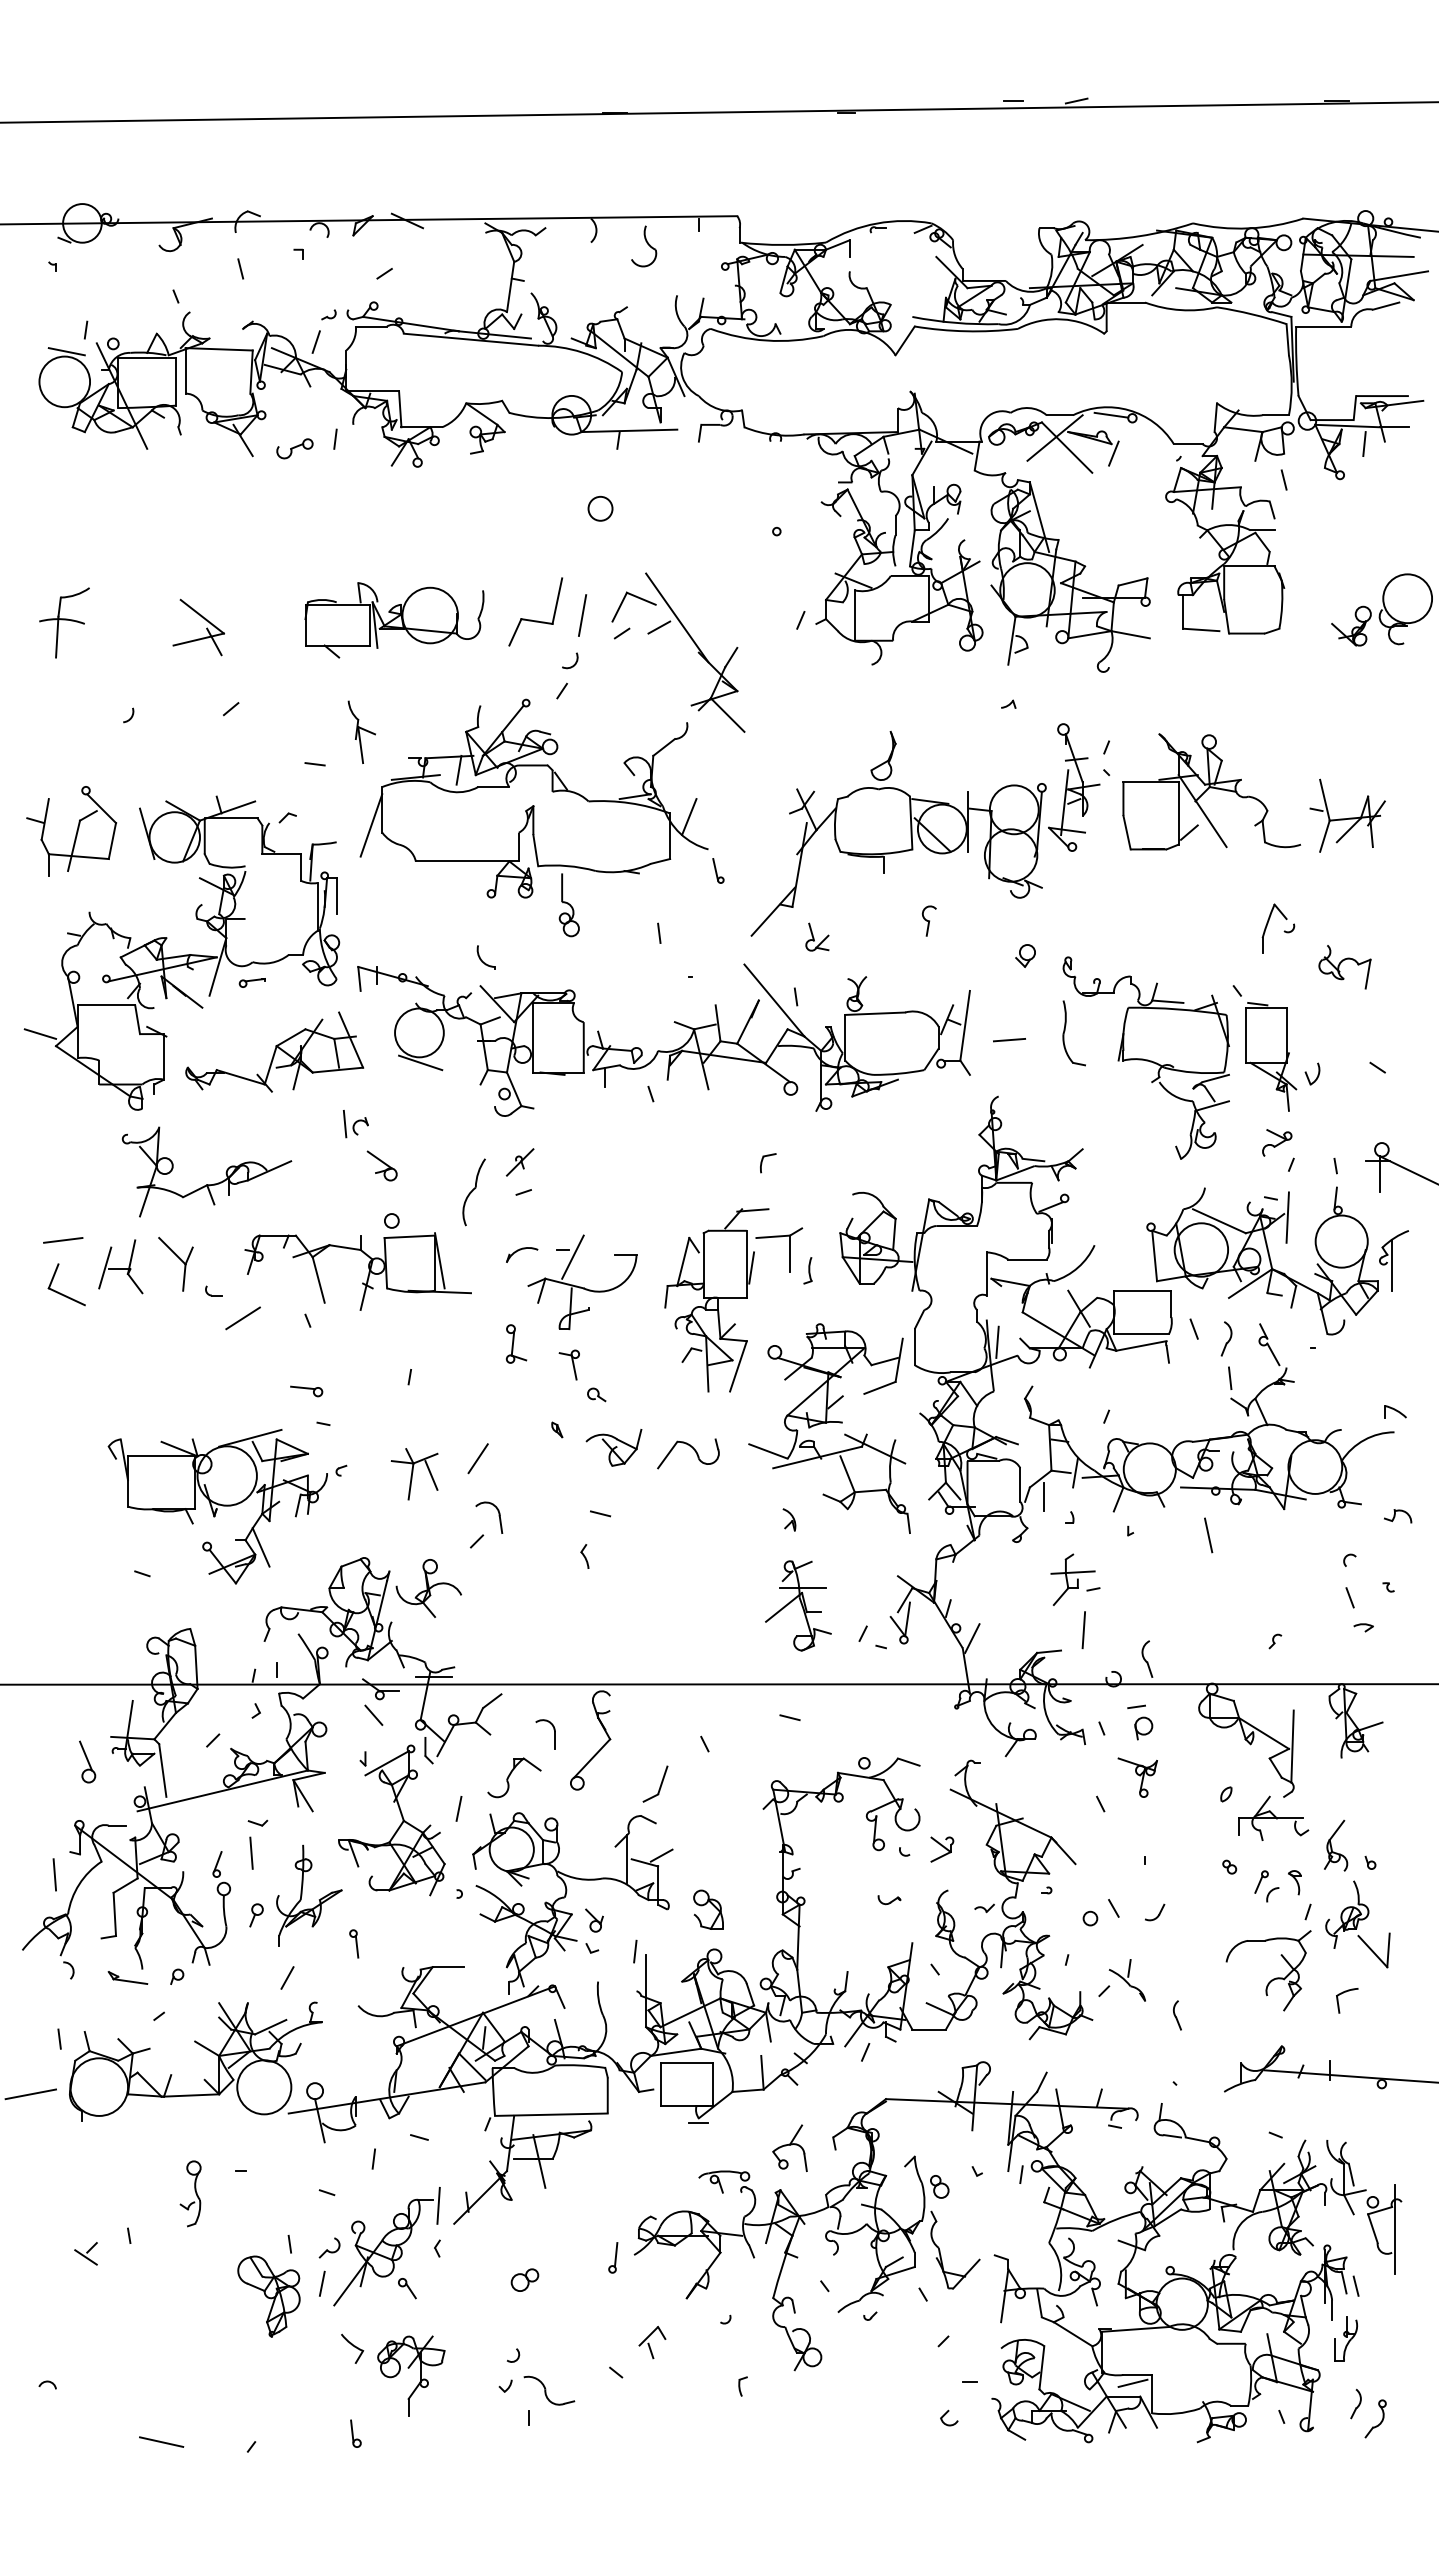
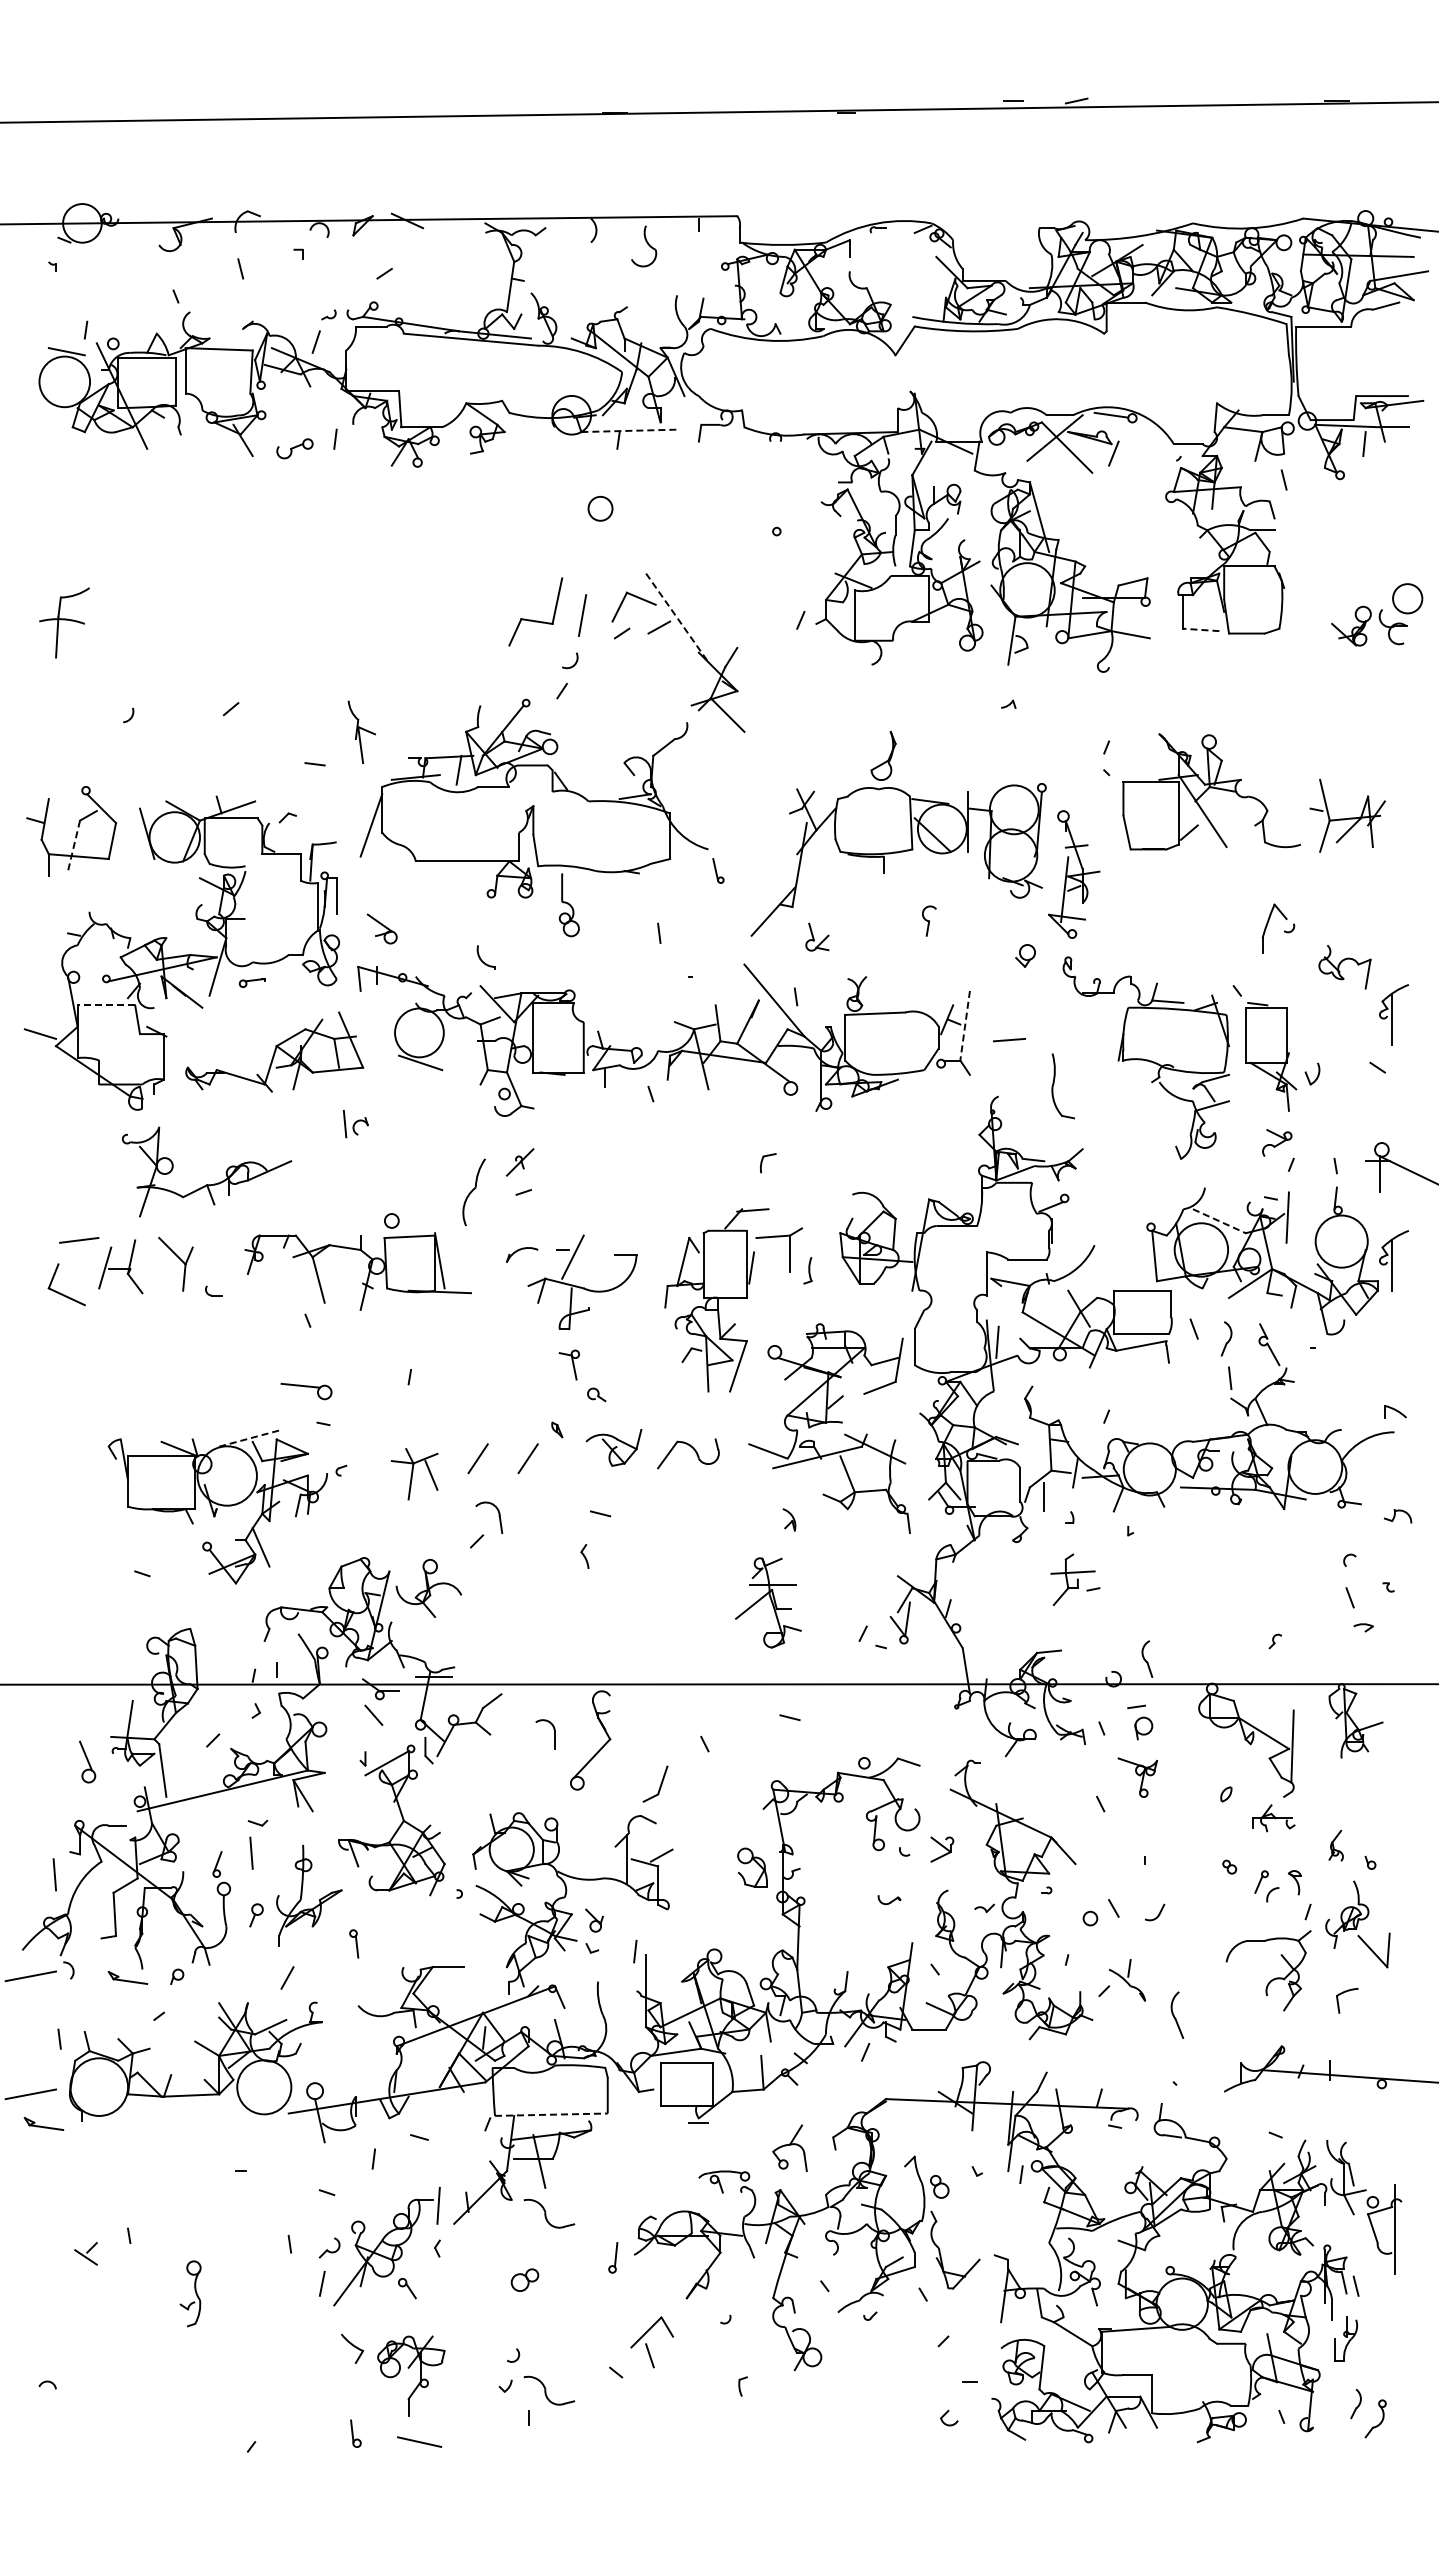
line at (629, 430): solid -> dashed
circle at (1407, 598) diameter: 49 px -> 29 px
line at (677, 618): solid -> dashed
part at (394, 620): present -> none
part at (206, 628): present -> none
line at (1200, 629): solid -> dashed
part at (1074, 787) position: (1074, 787) -> (1074, 874)
line at (689, 817): present -> none
line at (74, 845): solid -> dashed
line at (106, 1005): solid -> dashed
part at (1393, 1014): none -> present
line at (965, 1026): solid -> dashed
part at (1065, 1031) position: (1065, 1031) -> (1054, 1084)
part at (381, 1165) position: (381, 1165) -> (381, 928)
line at (1219, 1221): solid -> dashed
line at (63, 1240) position: (63, 1240) -> (79, 1240)
line at (242, 1318): present -> none
part at (516, 1343): present -> none
part at (306, 1391) size: 34x13 px -> 53x18 px
line at (250, 1438): solid -> dashed
line at (527, 1458): none -> present
line at (1208, 1535): present -> none
part at (798, 1605) position: (798, 1605) -> (768, 1602)
line at (1083, 1630): present -> none
line at (972, 1638): present -> none
part at (514, 1777): present -> none
line at (458, 1808): present -> none
part at (1273, 1817) size: 72x46 px -> 44x29 px
part at (1336, 1845) size: 25x52 px -> 16x32 px
part at (708, 1909) position: (708, 1909) -> (752, 1867)
line at (30, 1976): none -> present
part at (1177, 2015) size: 9x31 px -> 15x48 px
line at (551, 2114): solid -> dashed
part at (43, 2123): none -> present
part at (190, 2193) position: (190, 2193) -> (190, 2293)
part at (549, 2213): none -> present
part at (268, 2296): present -> none
part at (652, 2342) size: 29x34 px -> 44x53 px
line at (1132, 2382): present -> none
line at (161, 2441) position: (161, 2441) -> (419, 2441)
